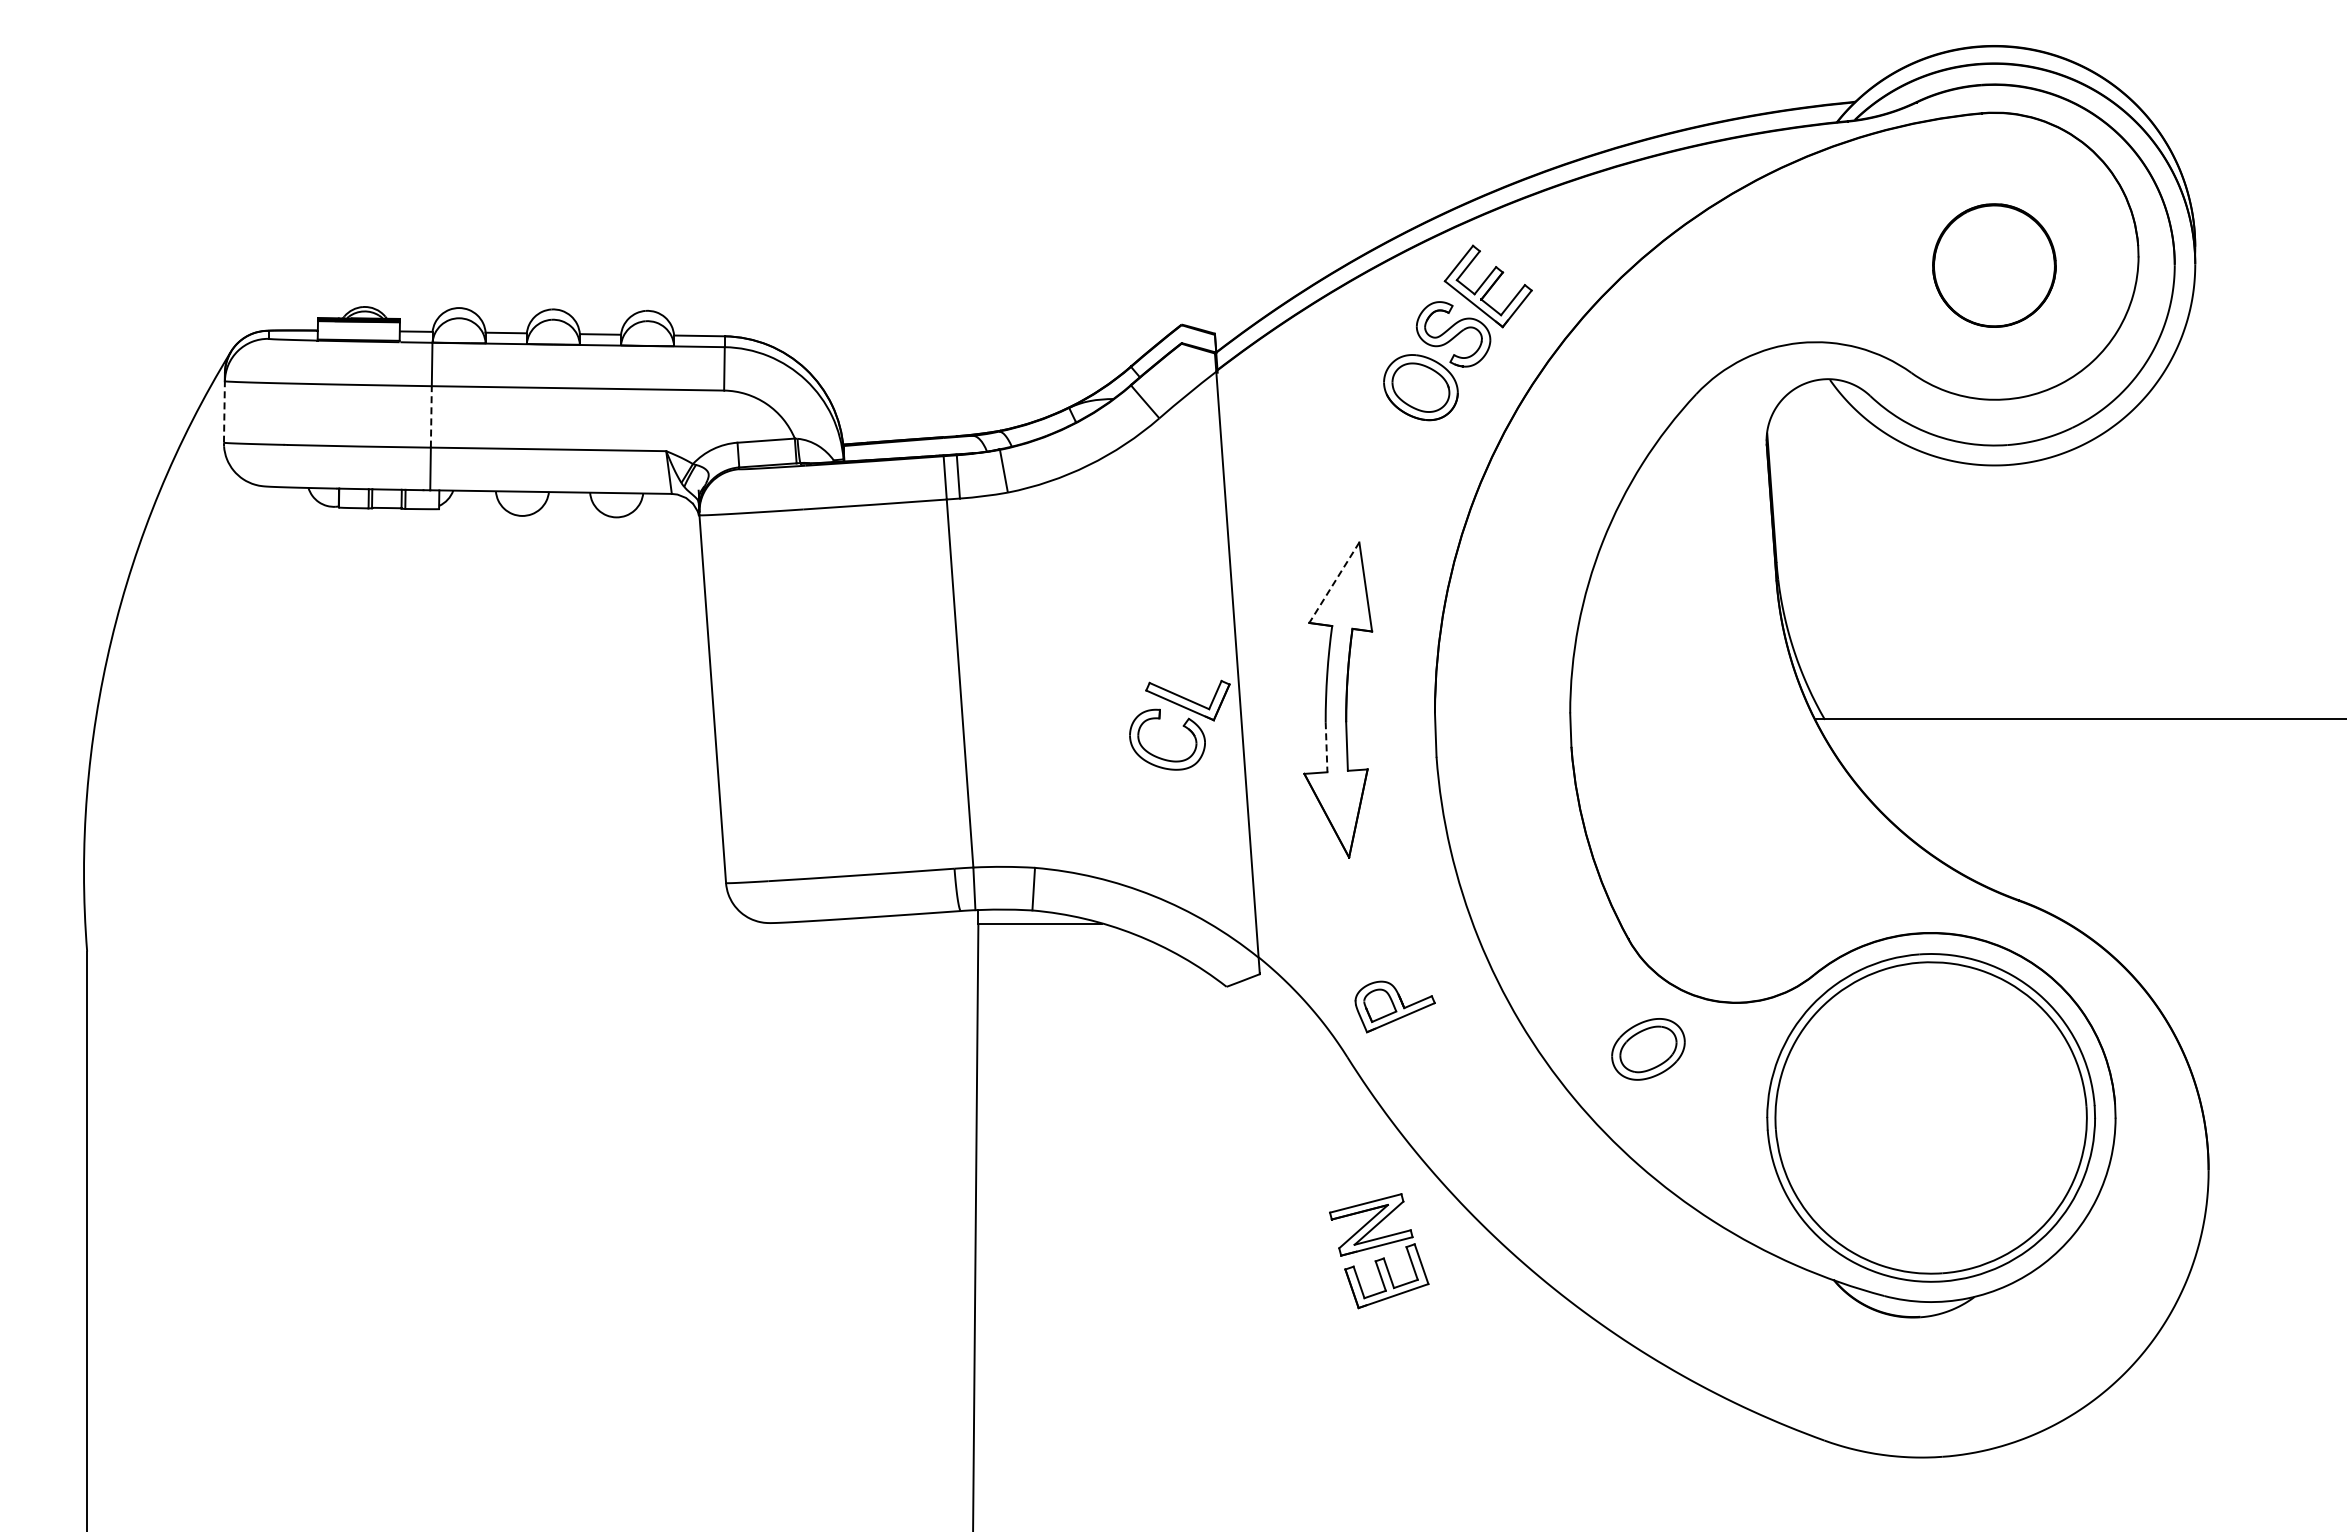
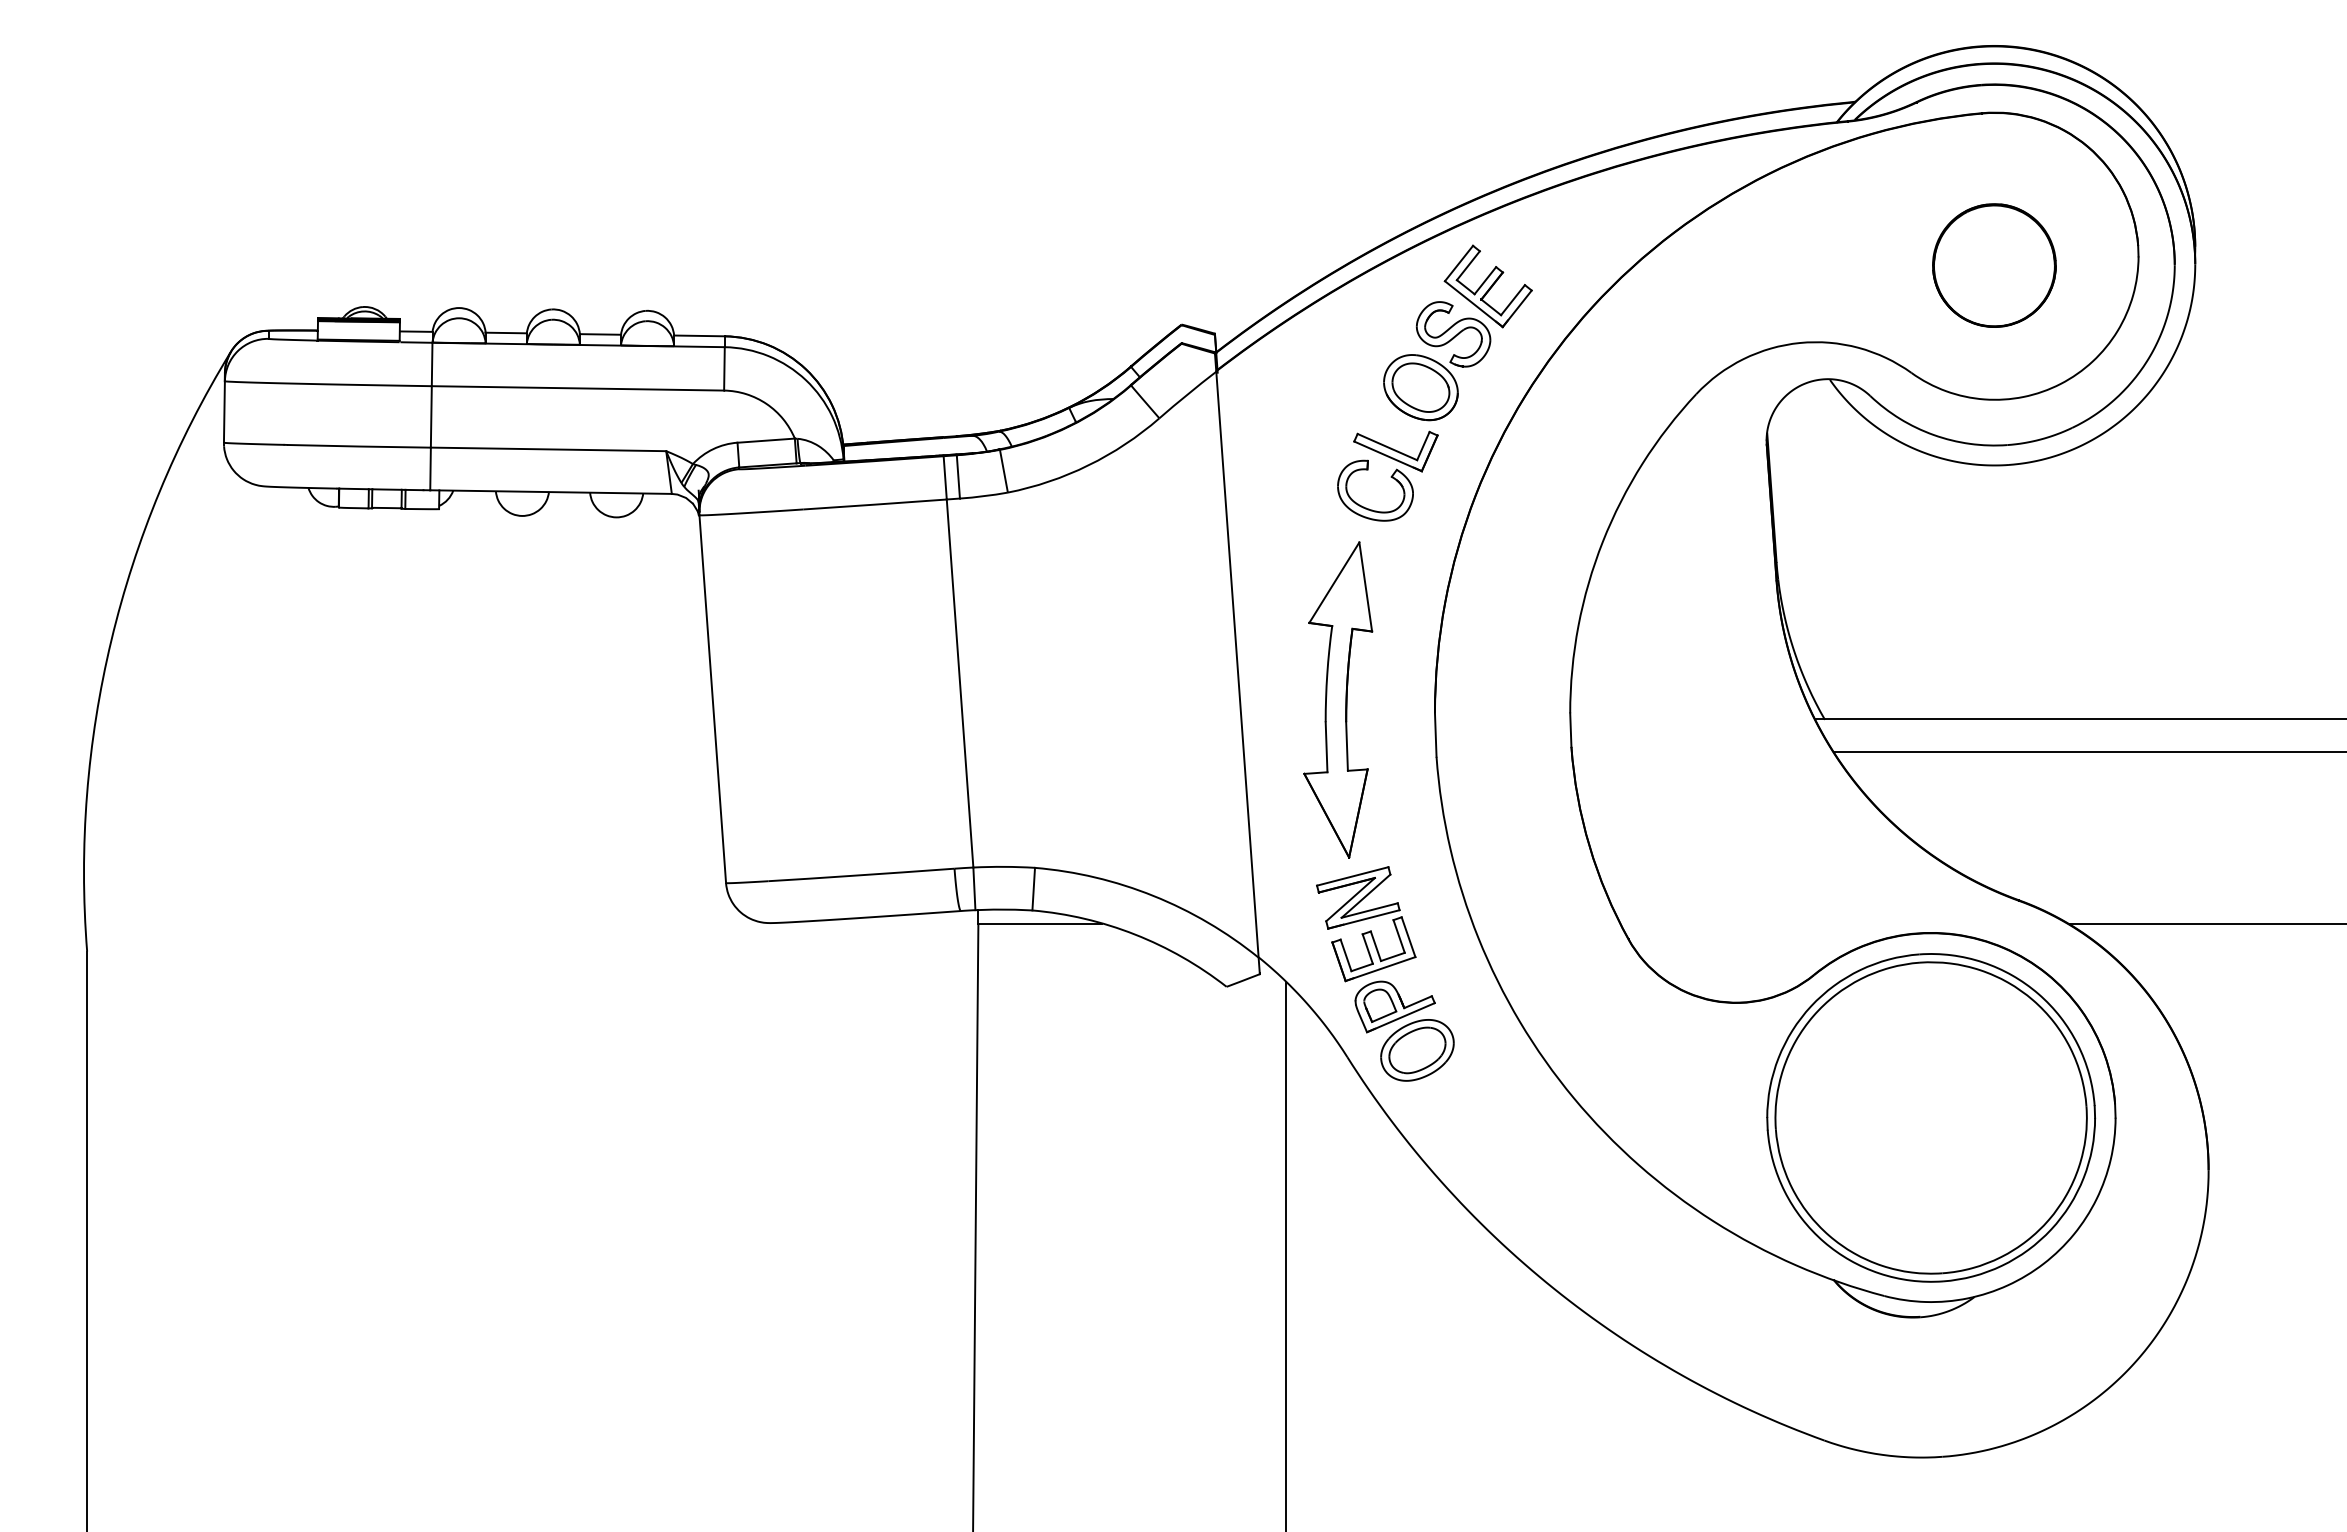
line at (224, 411): dashed -> solid
line at (431, 416): dashed -> solid
line at (1334, 583): dashed -> solid
part at (1179, 724) position: (1179, 724) -> (1387, 475)
line at (1326, 747): dashed -> solid
line at (2088, 752): none -> present
line at (2205, 924): none -> present
part at (1648, 1049) position: (1648, 1049) -> (1417, 1050)
part at (1379, 1251) position: (1379, 1251) -> (1366, 924)
line at (1285, 1255): none -> present
